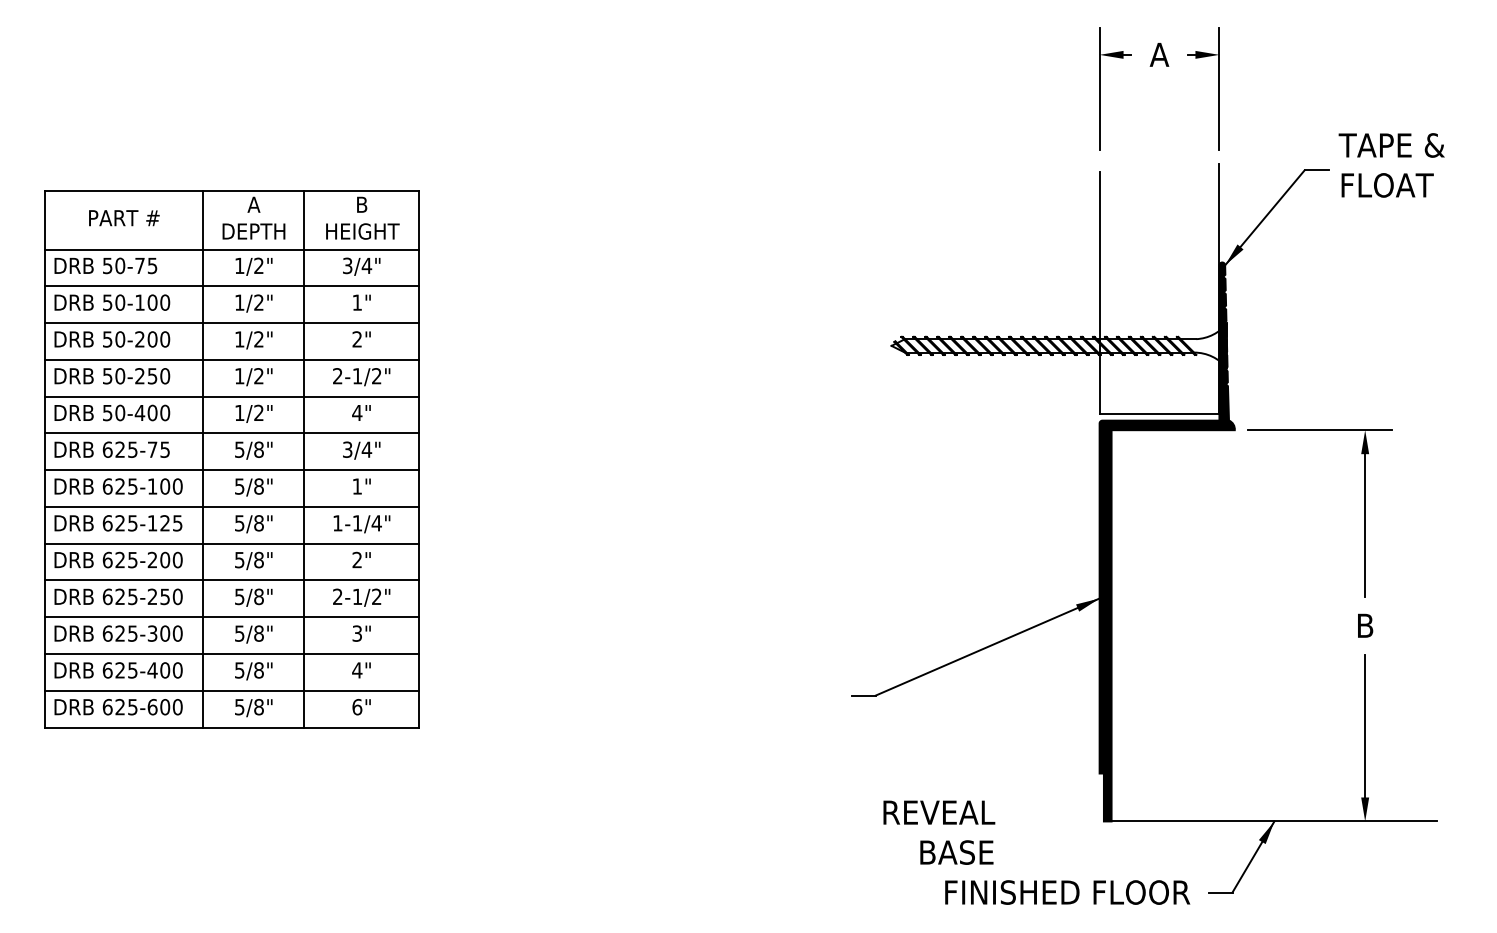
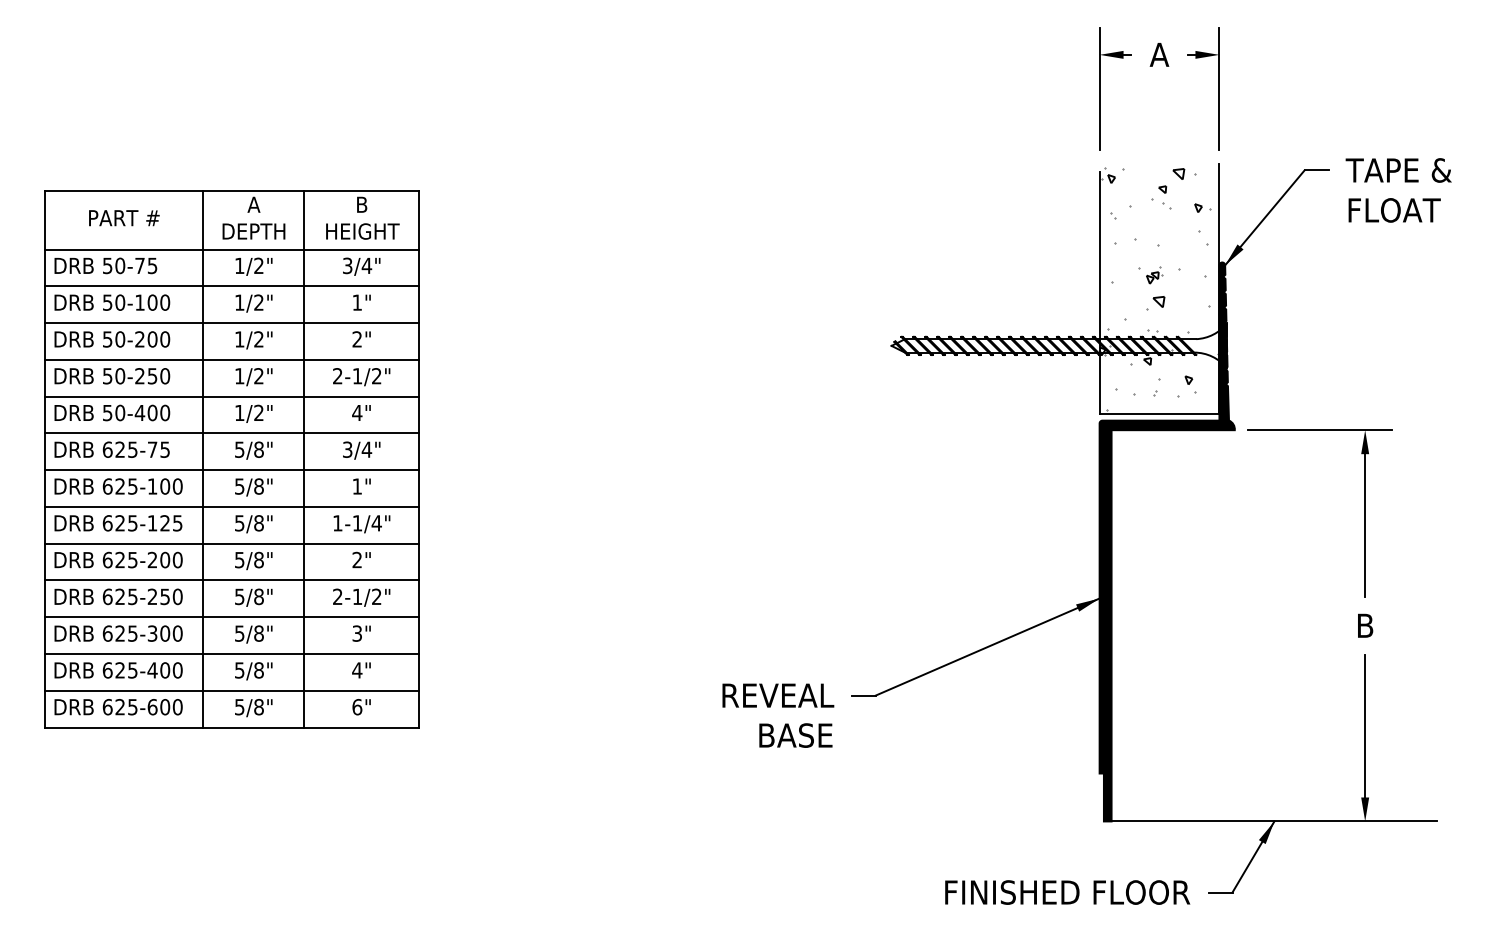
text at (1391, 165) position: (1391, 165) -> (1398, 190)
hatch at (1159, 288): none -> present
text at (939, 832) position: (939, 832) -> (778, 715)
